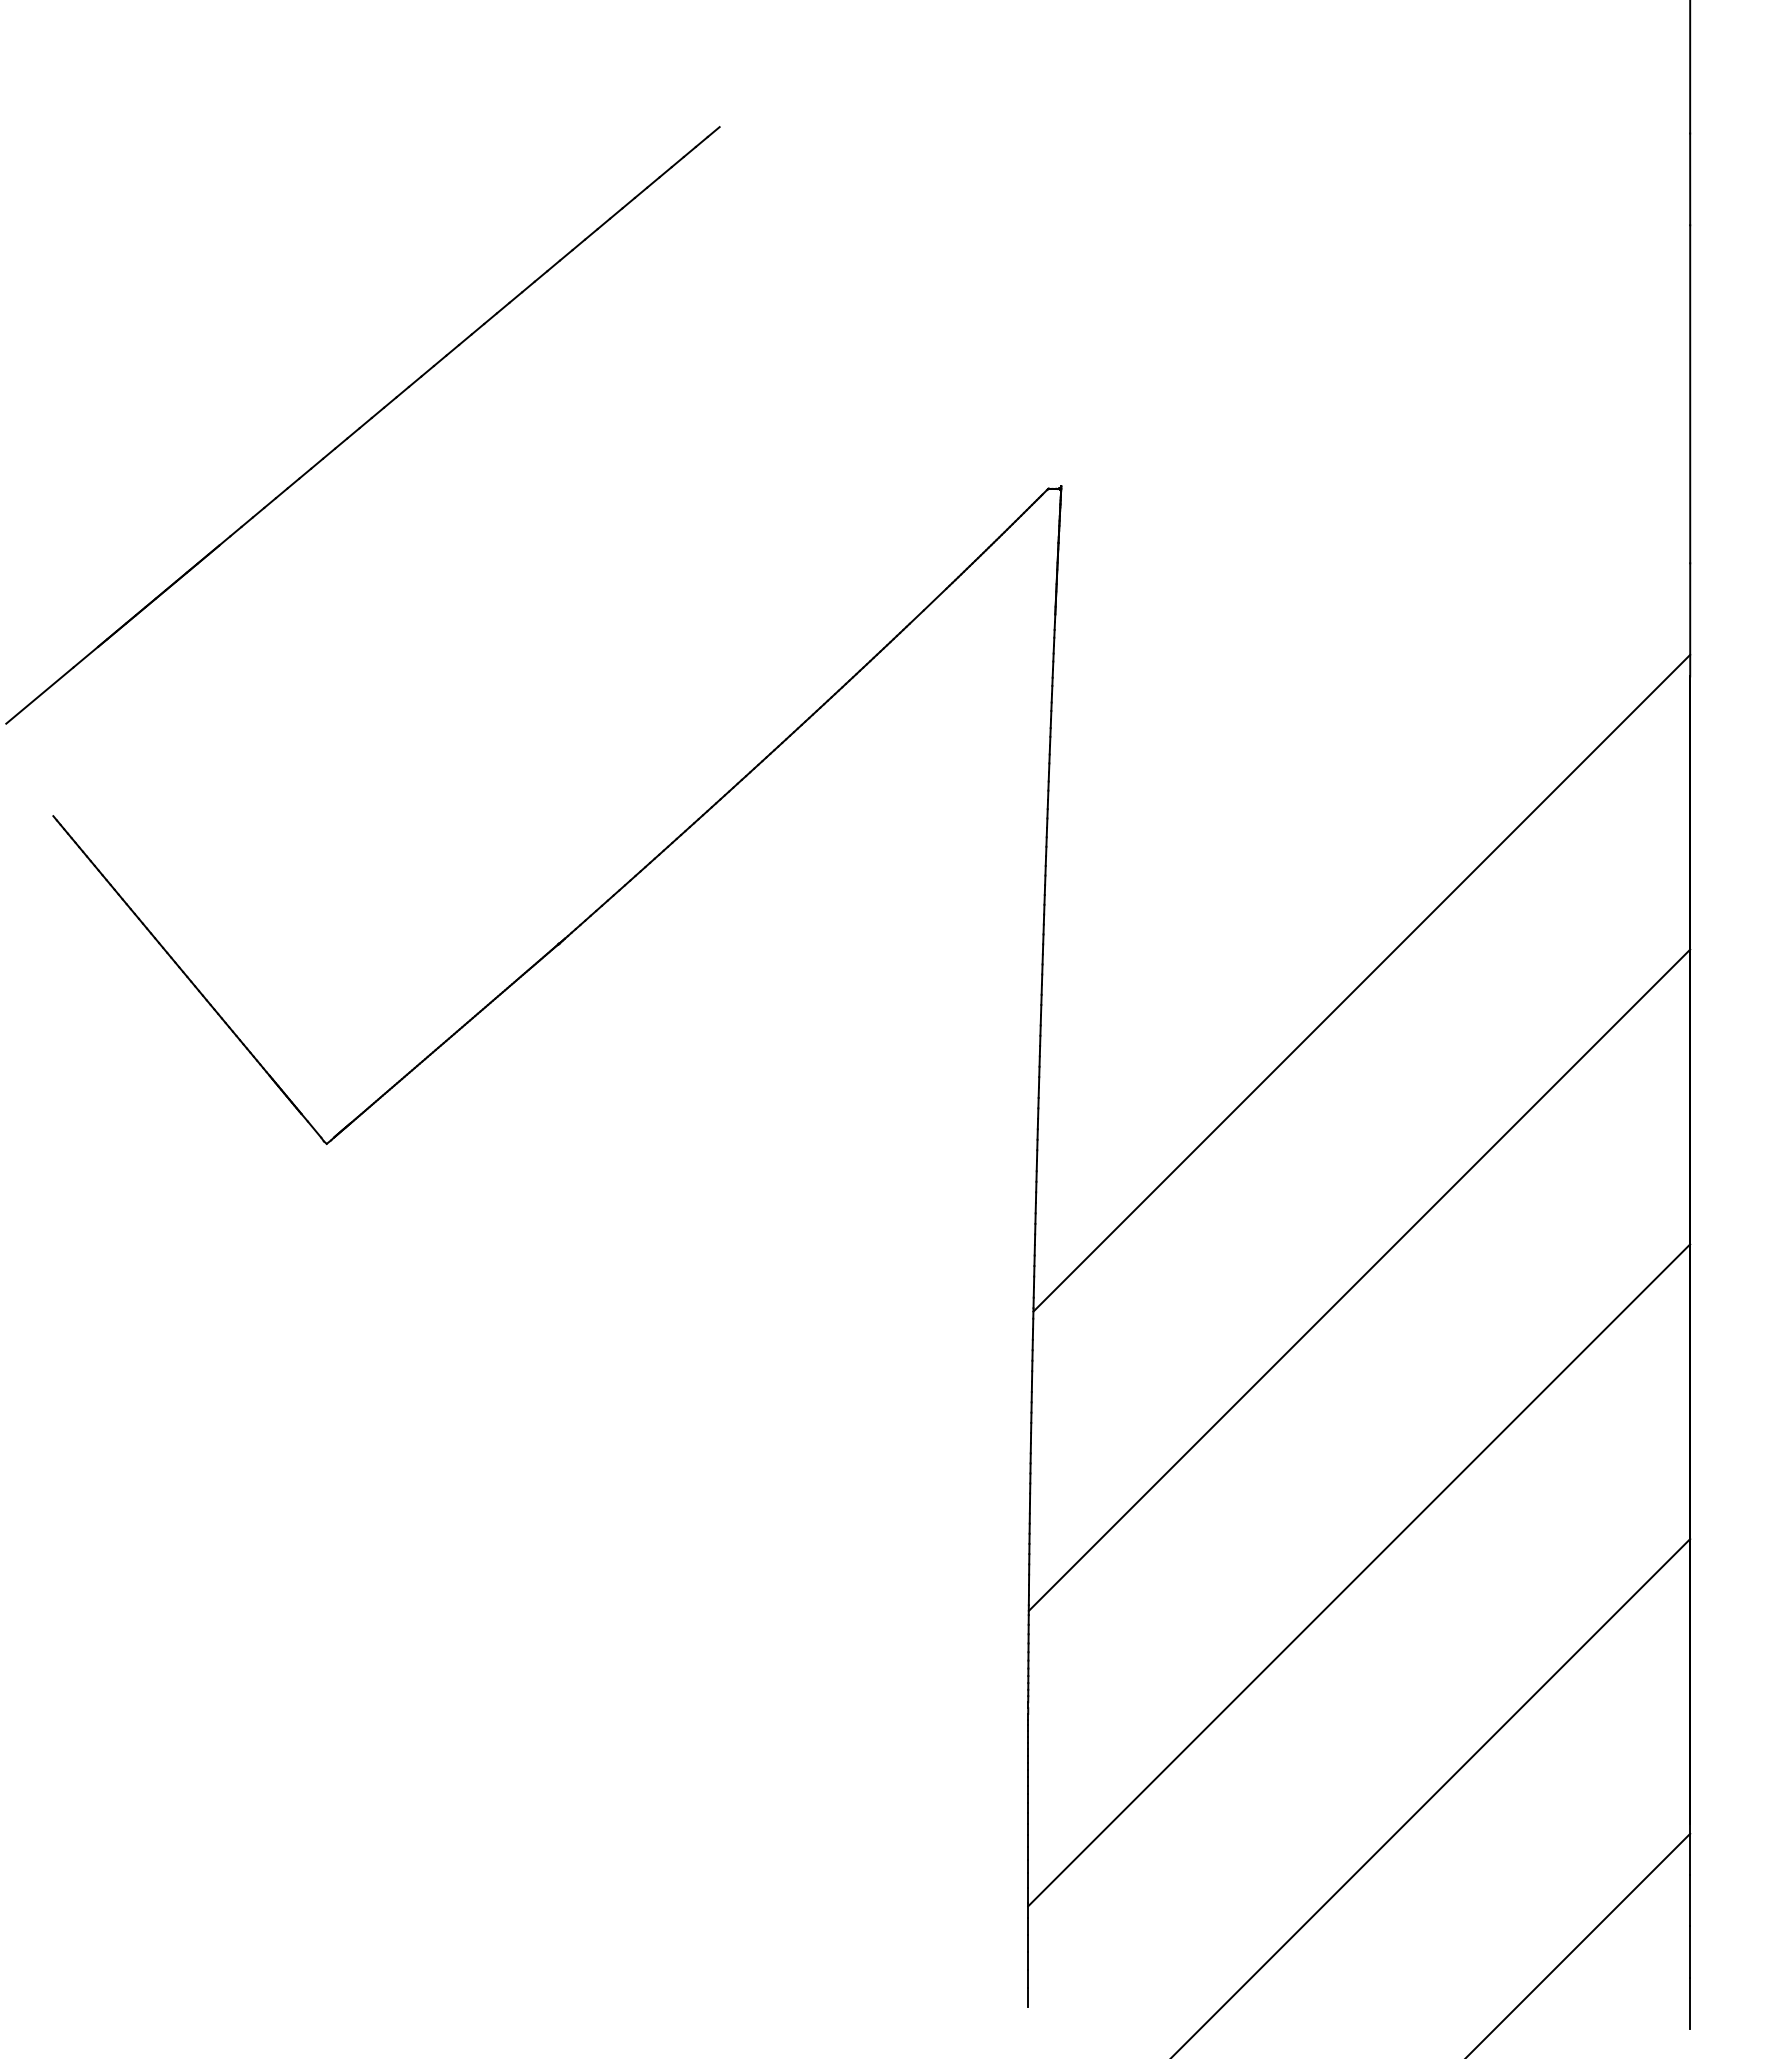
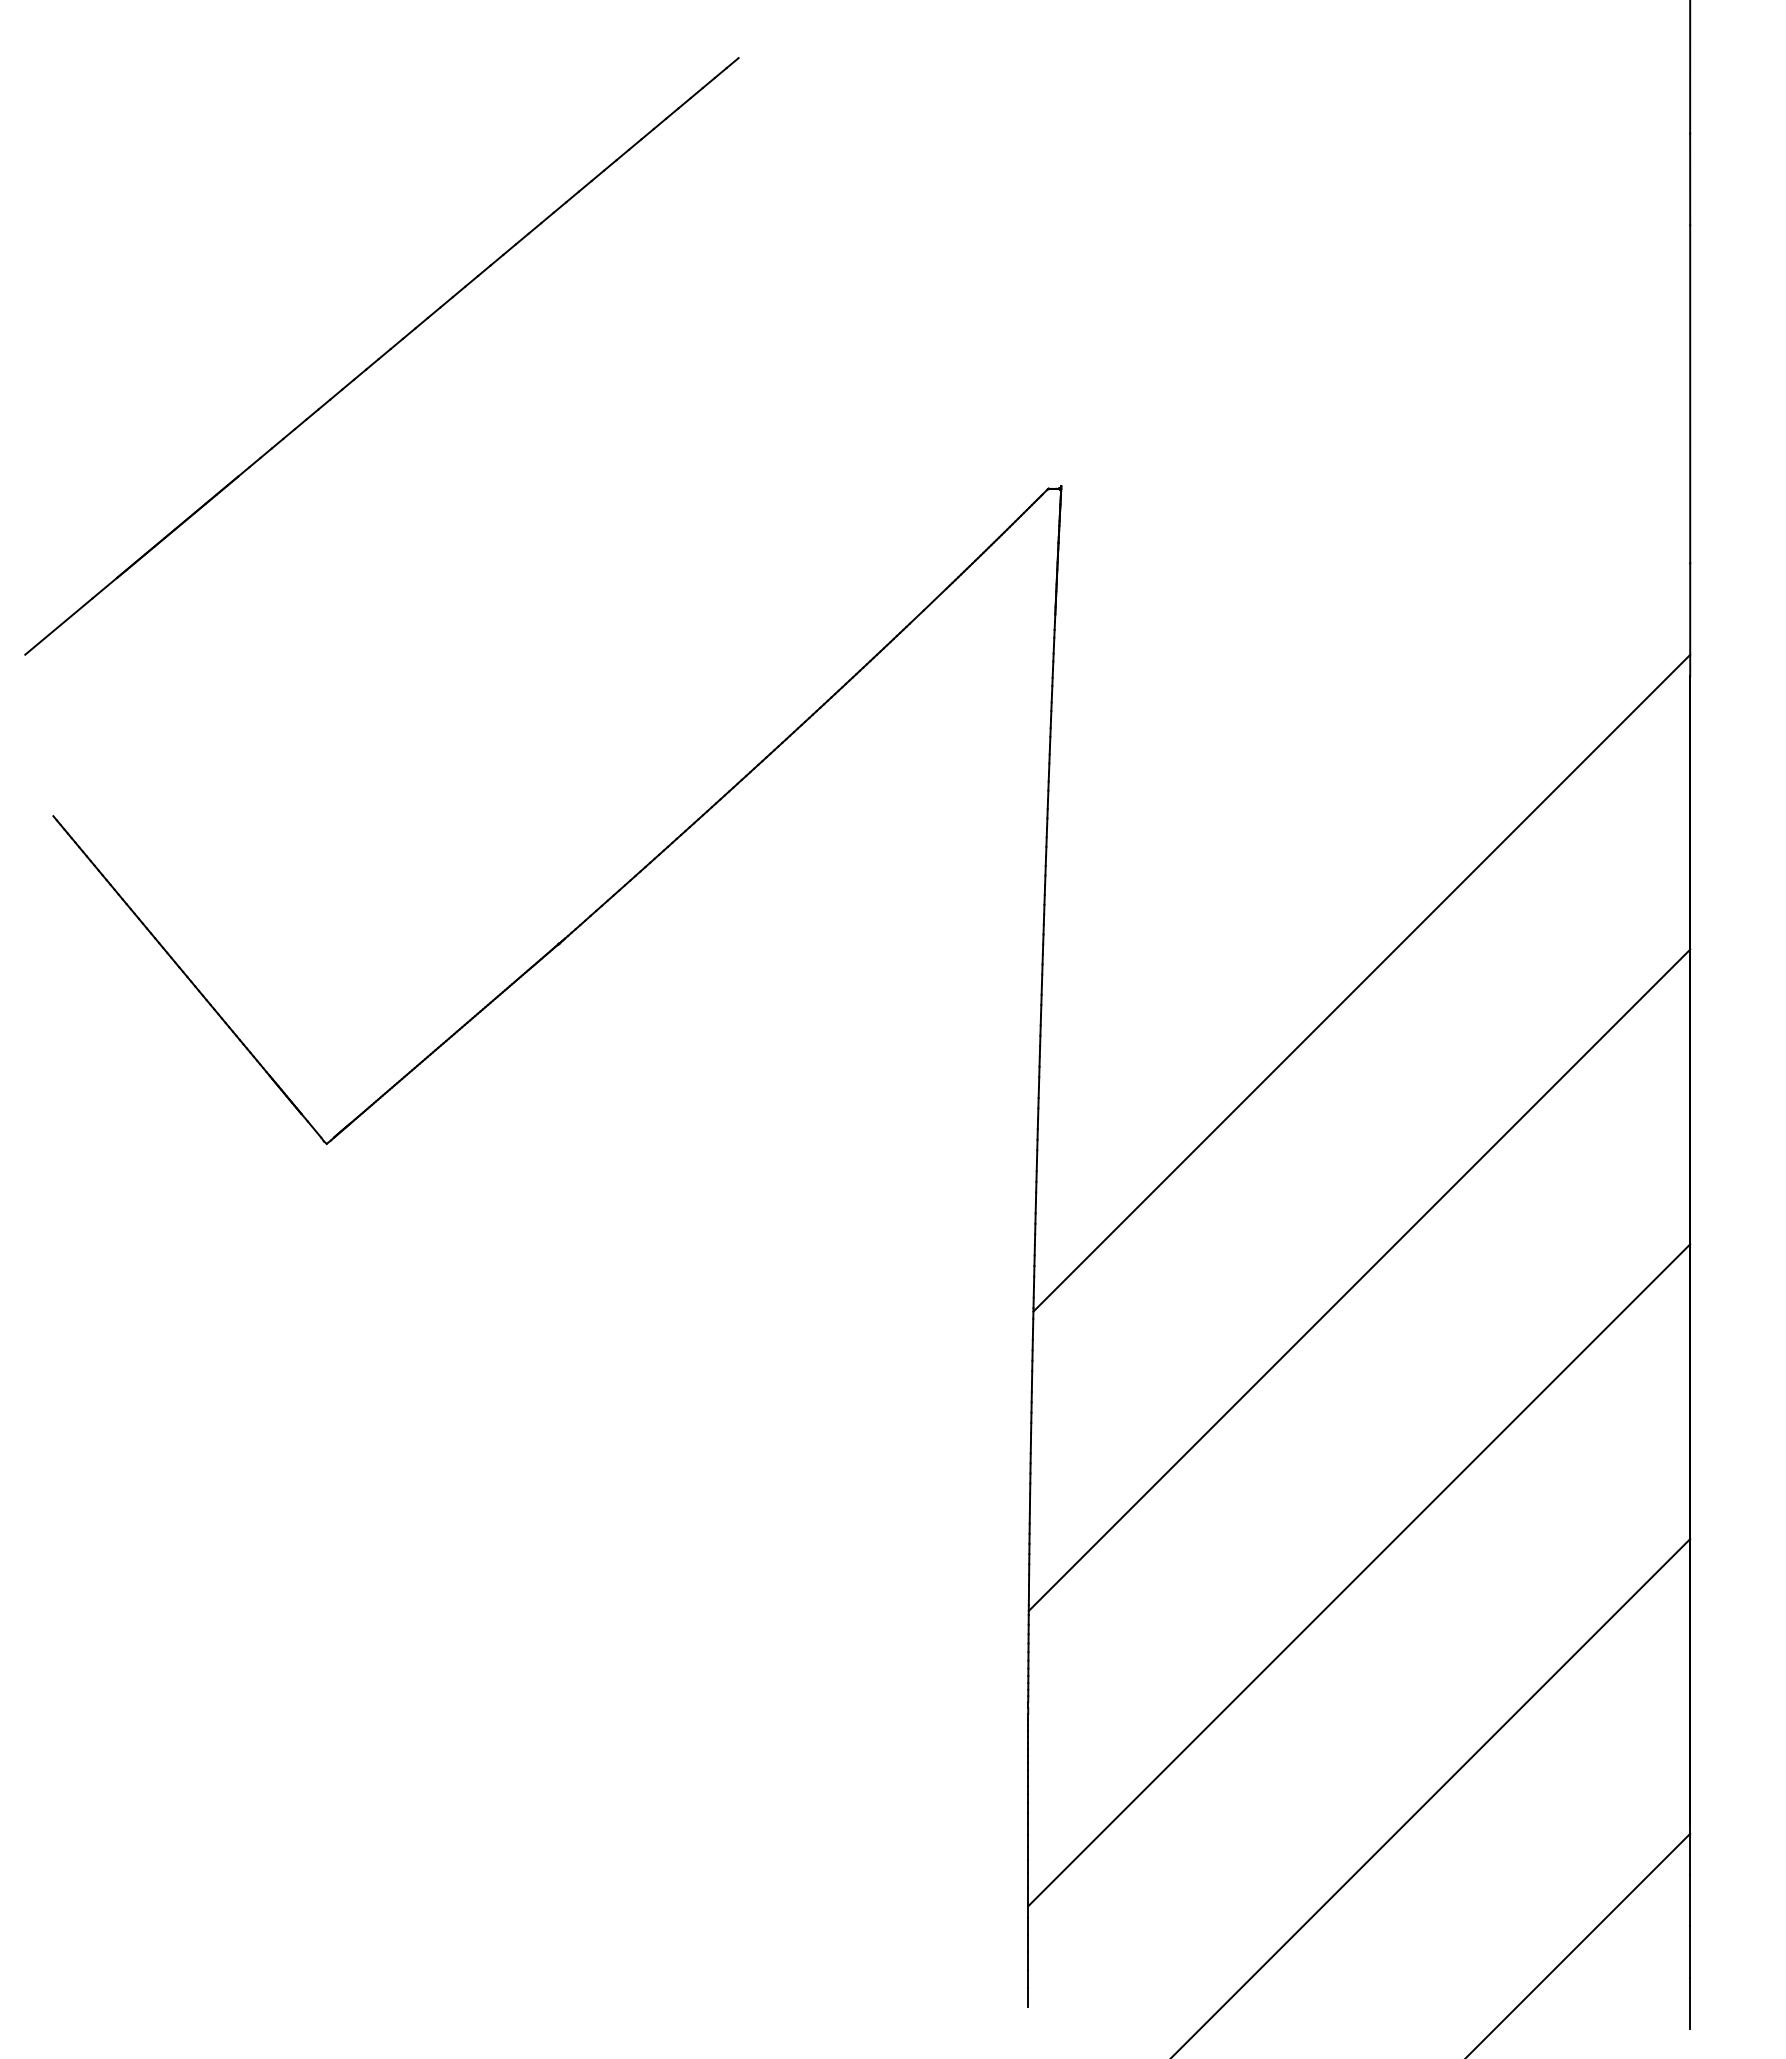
line at (362, 425) position: (362, 425) -> (381, 356)
